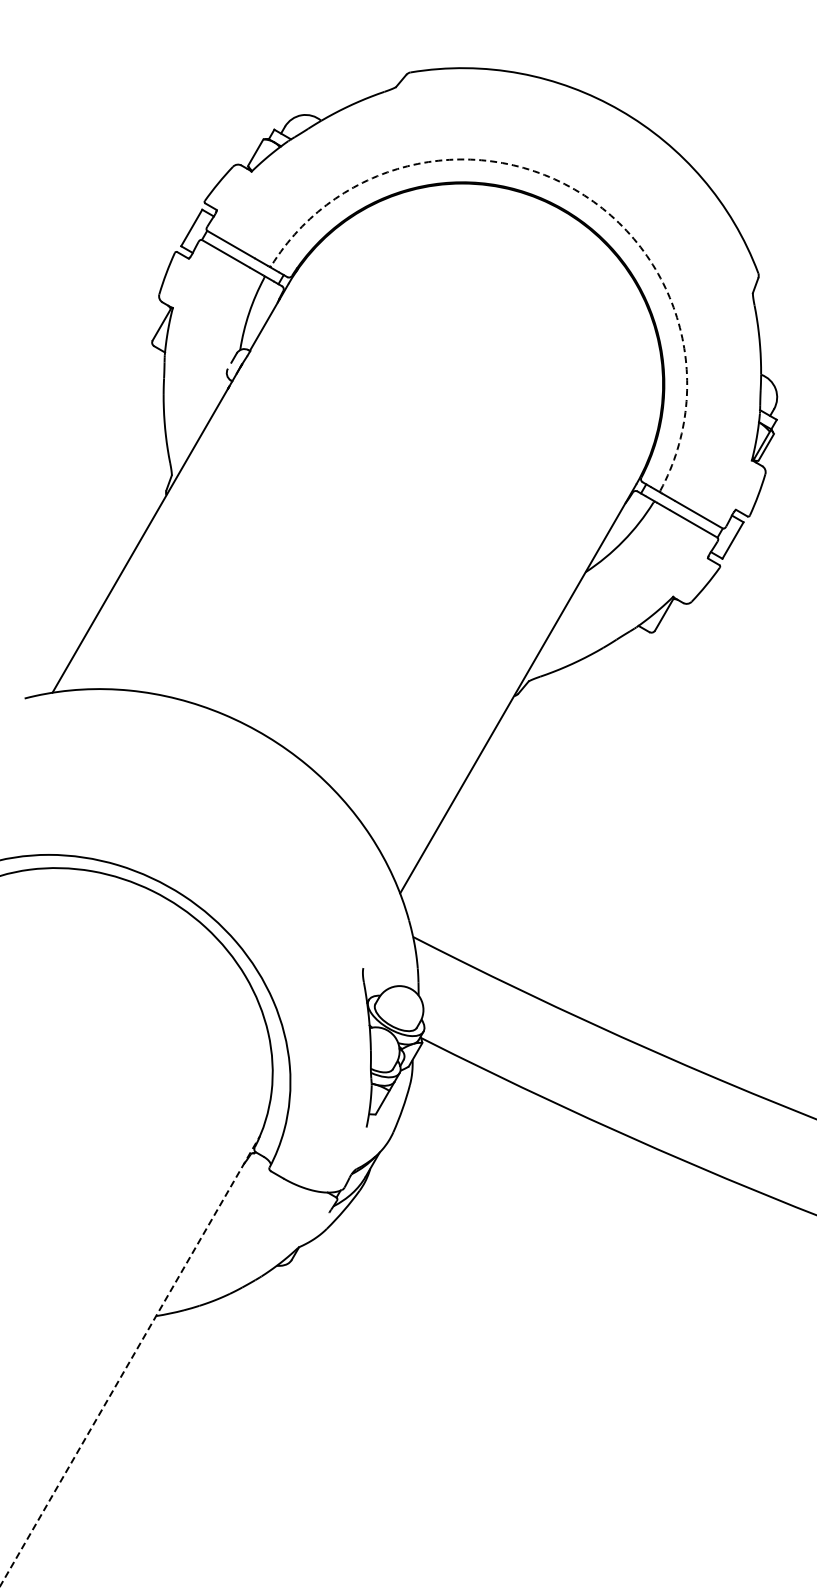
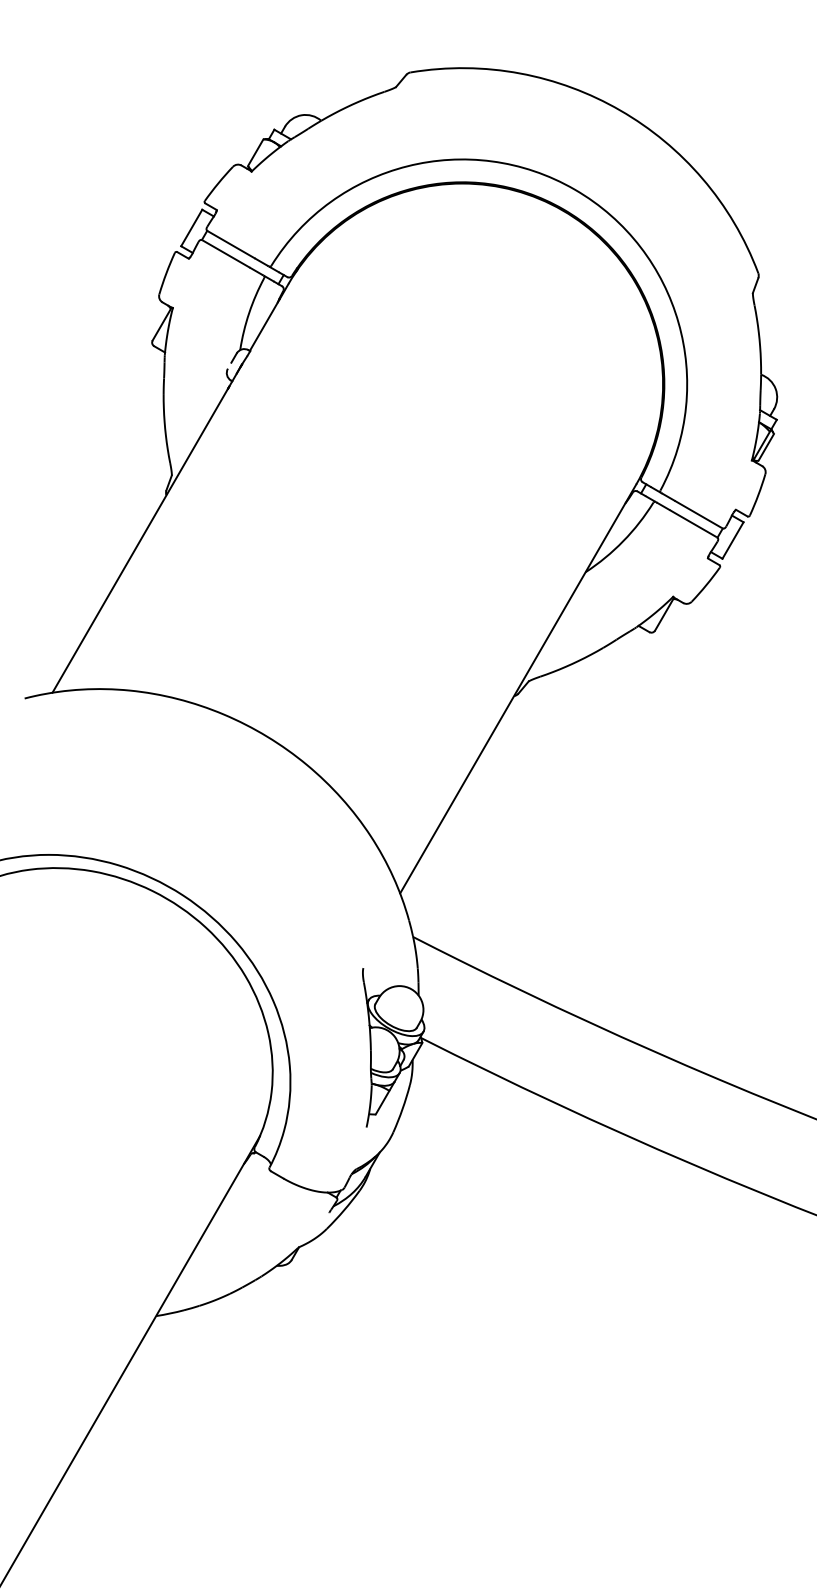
arc at (574, 189): dashed -> solid
line at (130, 1361): dashed -> solid
